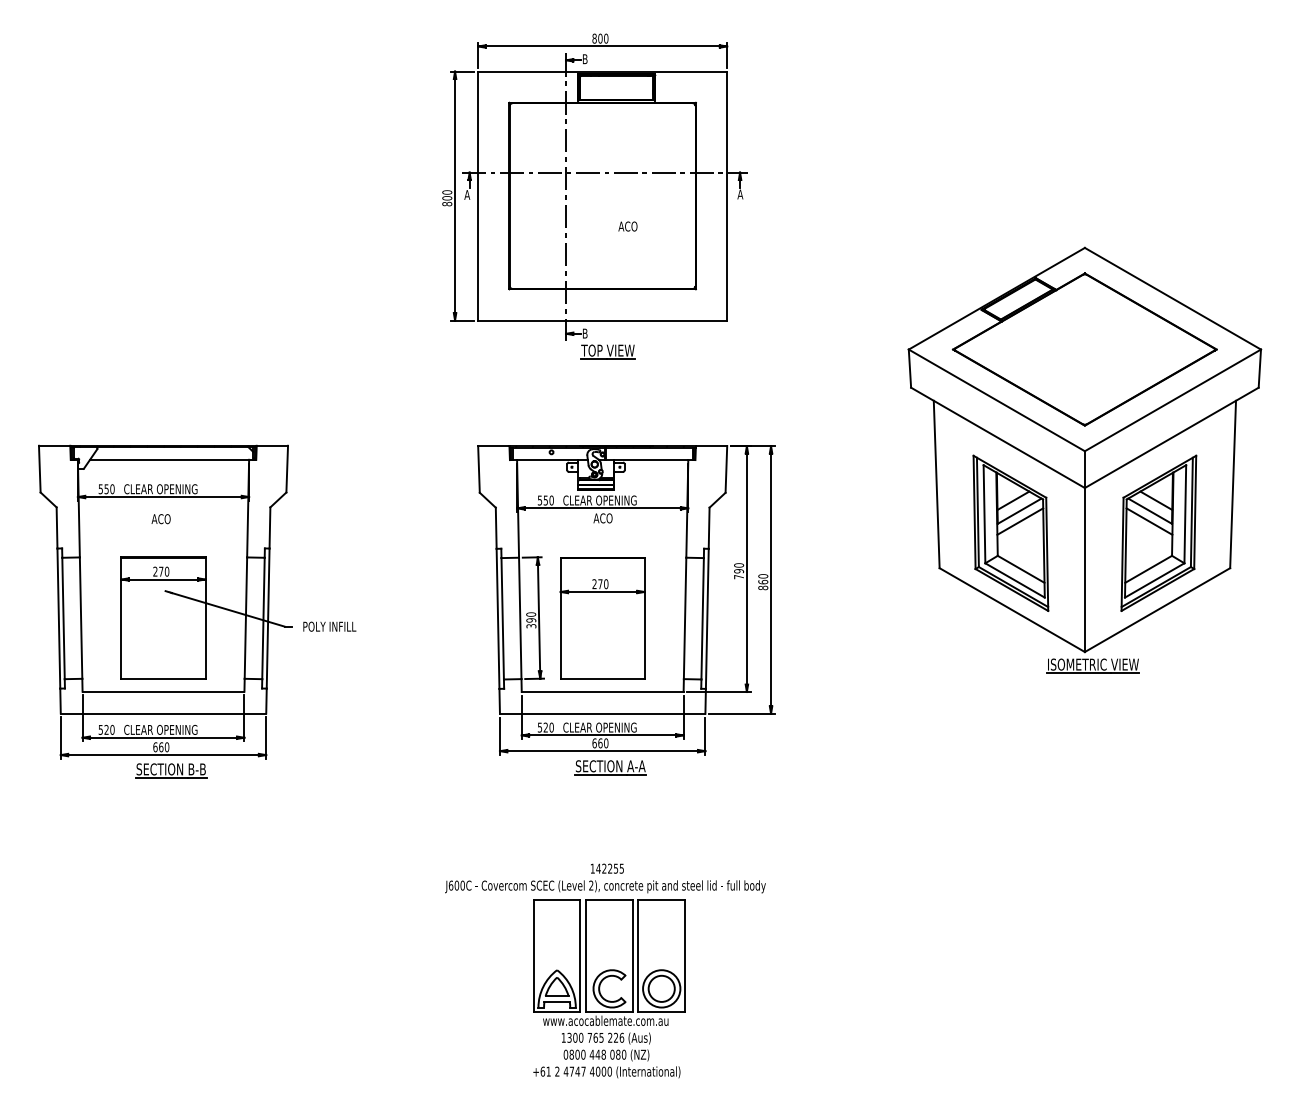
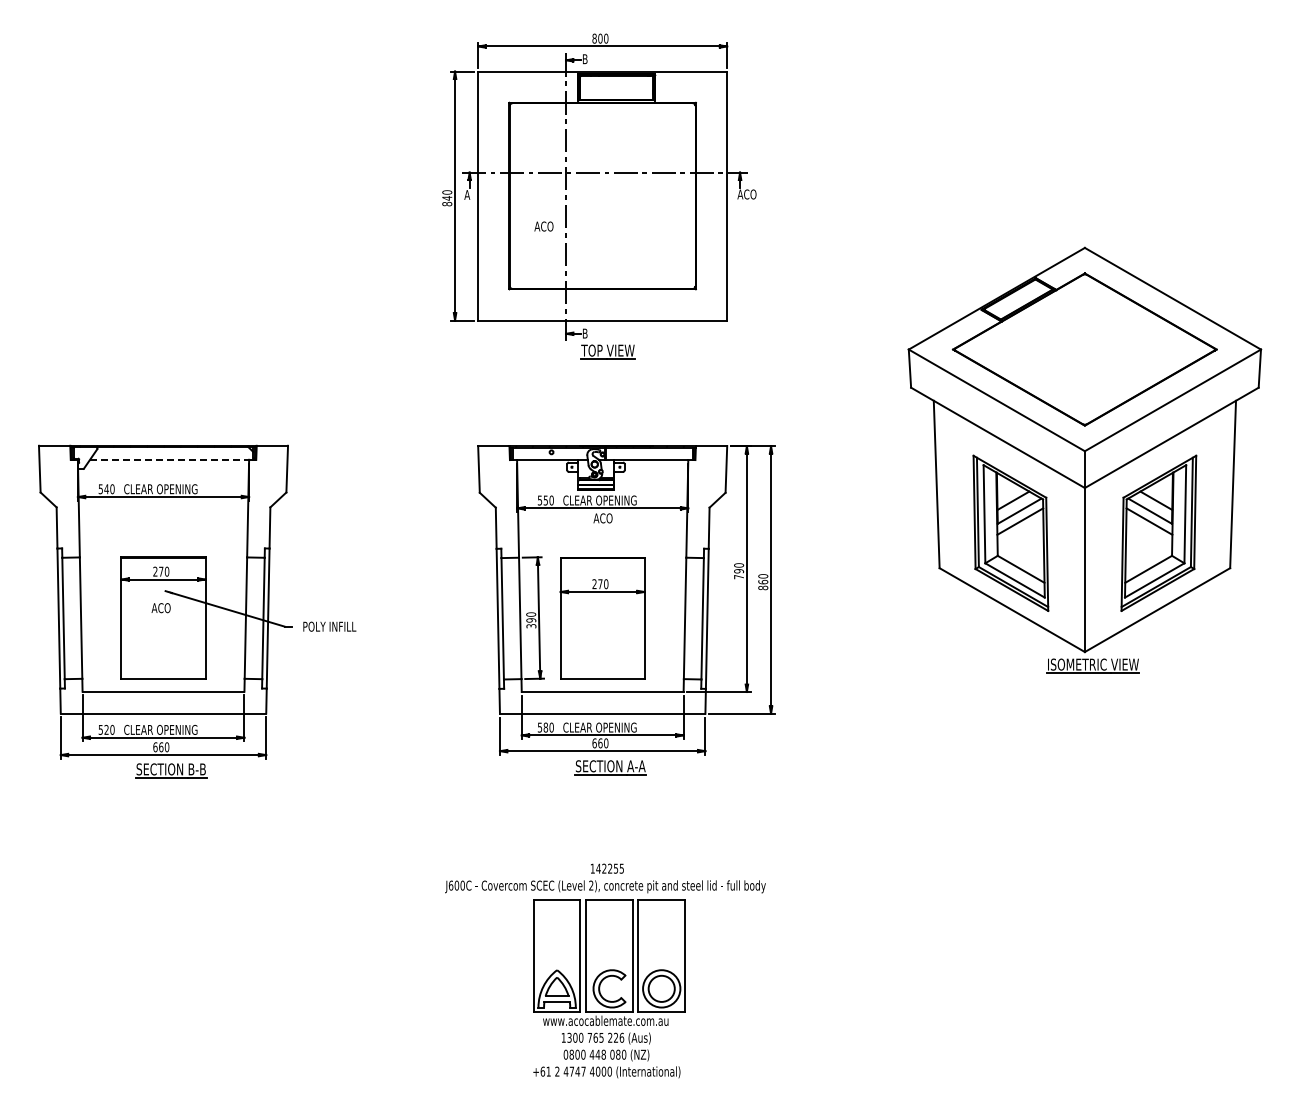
text at (750, 194): A -> ACO
text at (447, 198): 800 -> 840
text at (627, 226) position: (627, 226) -> (543, 226)
line at (169, 459): solid -> dashed
text at (106, 489): 550 -> 540
text at (160, 519) position: (160, 519) -> (160, 608)
text at (545, 727): 520 -> 580
